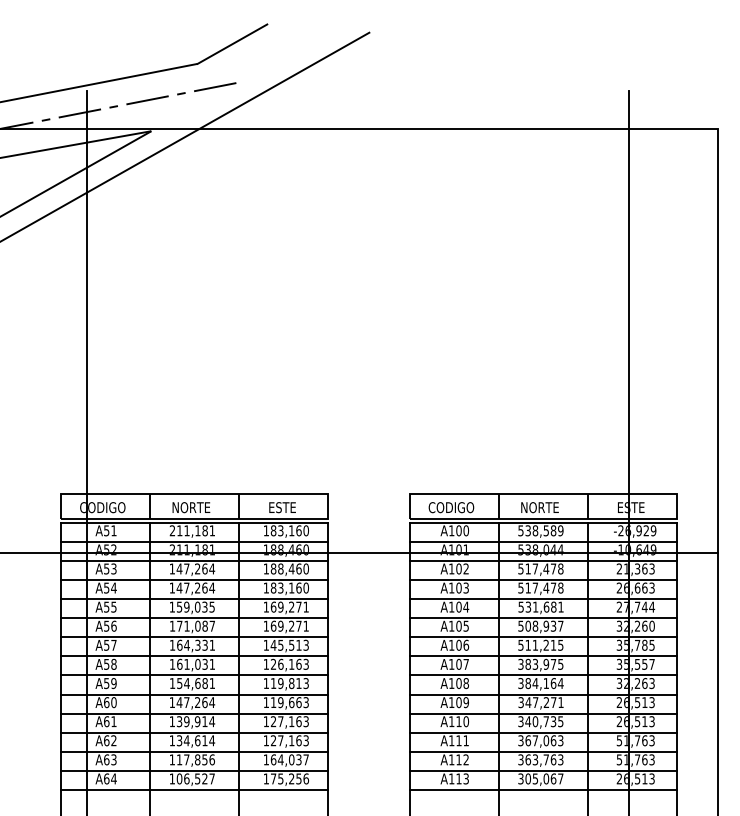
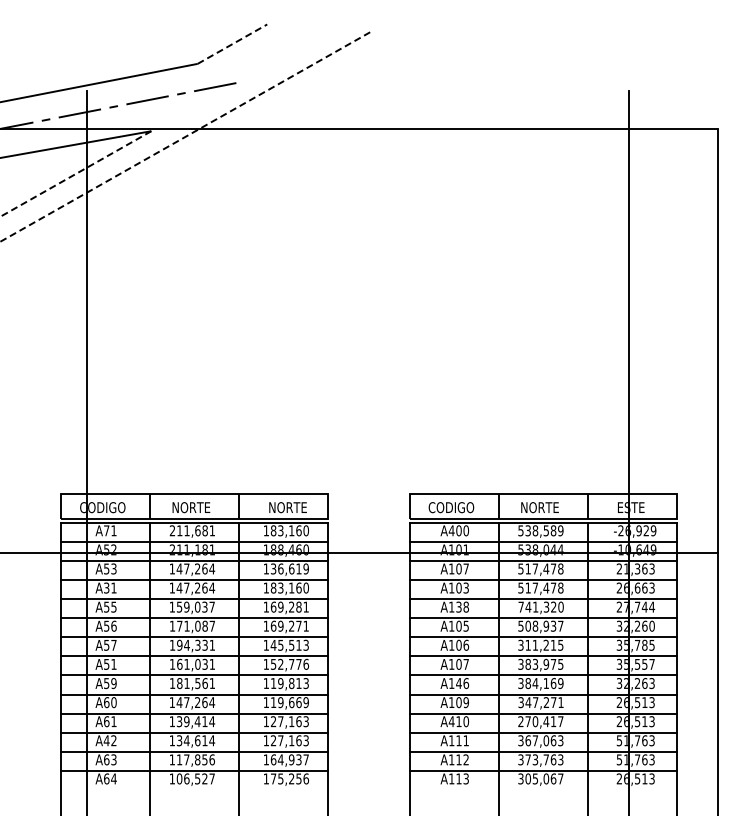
line at (232, 44): solid -> dashed
line at (184, 137): solid -> dashed
line at (75, 174): solid -> dashed
text at (288, 507): ESTE -> NORTE
text at (106, 530): A51 -> A71
text at (197, 530): 211,181 -> 211,681
text at (451, 530): A100 -> A400
text at (289, 568): 188,460 -> 136,619
text at (465, 568): A102 -> A107
text at (110, 587): A54 -> A31
text at (211, 606): 159,035 -> 159,037
text at (298, 606): 169,271 -> 169,281
text at (462, 606): A104 -> A138
text at (540, 606): 531,681 -> 741,320
text at (179, 644): 164,331 -> 194,331
text at (520, 644): 511,215 -> 311,215
text at (113, 663): A58 -> A51
text at (290, 663): 126,163 -> 152,776
text at (192, 683): 154,681 -> 181,561
text at (462, 683): A108 -> A146
text at (560, 683): 384,164 -> 384,169
text at (305, 702): 119,663 -> 119,669
text at (197, 721): 139,914 -> 139,414
text at (451, 721): A110 -> A410
text at (540, 721): 340,735 -> 270,417
text at (106, 740): A62 -> A42
text at (291, 759): 164,037 -> 164,937
text at (528, 759): 363,763 -> 373,763
line at (194, 790): present -> none
line at (542, 790): present -> none
